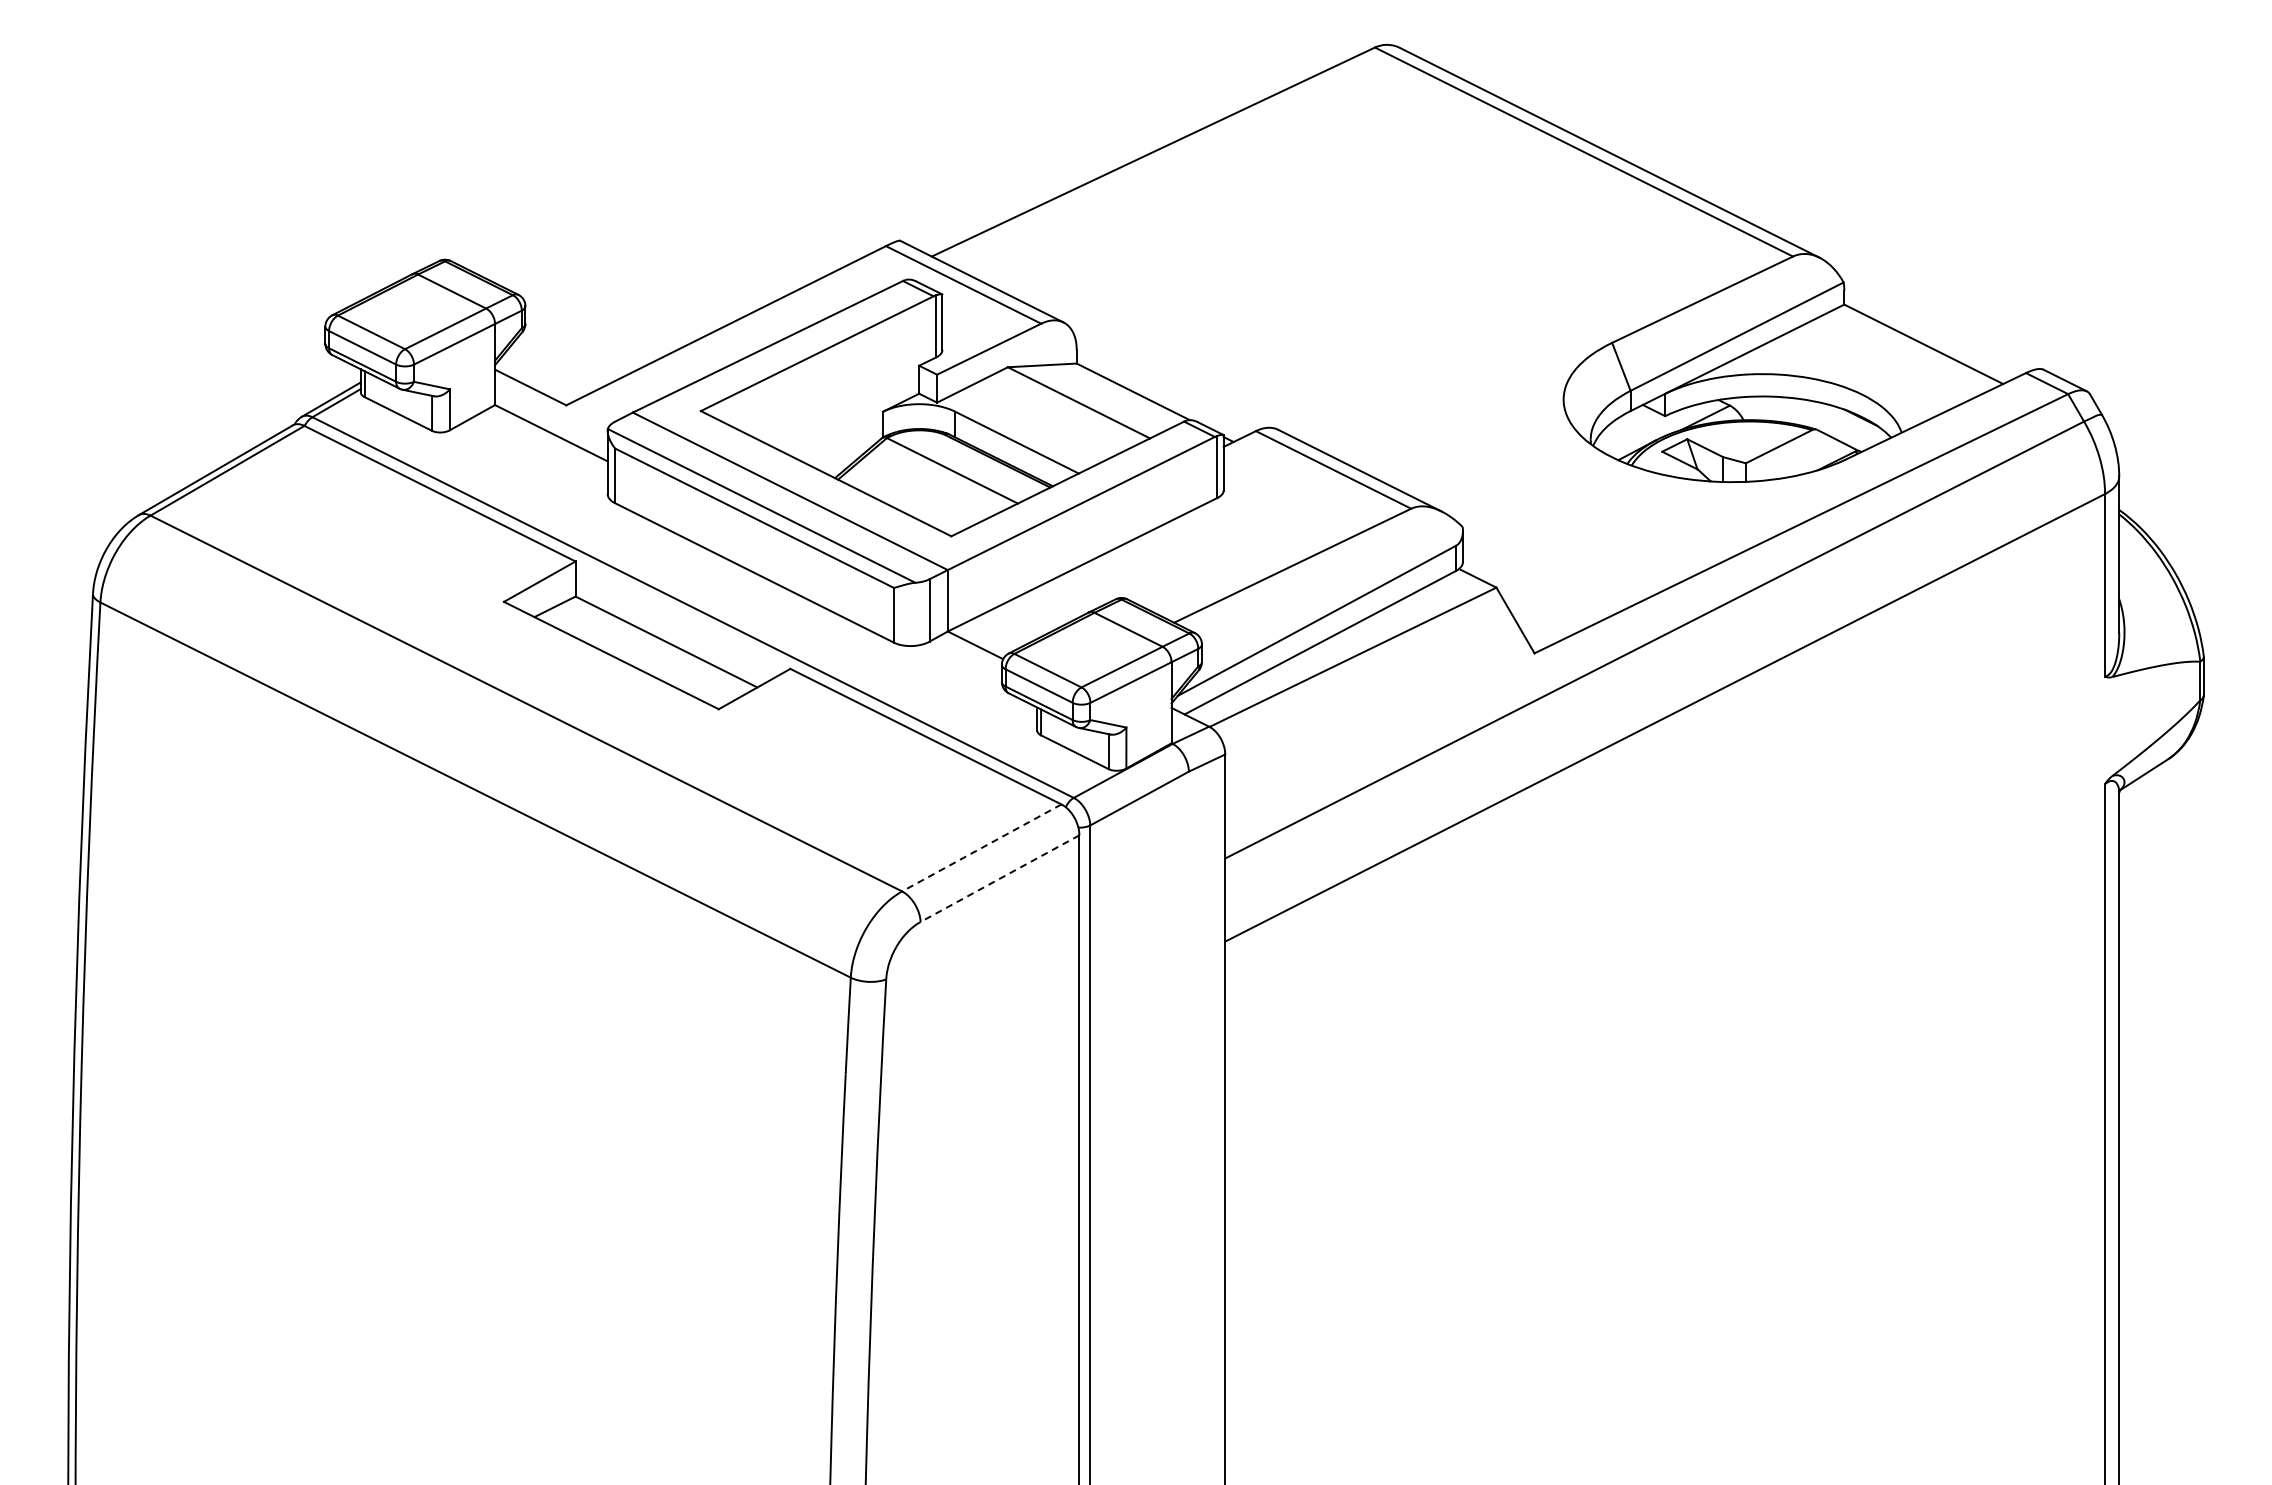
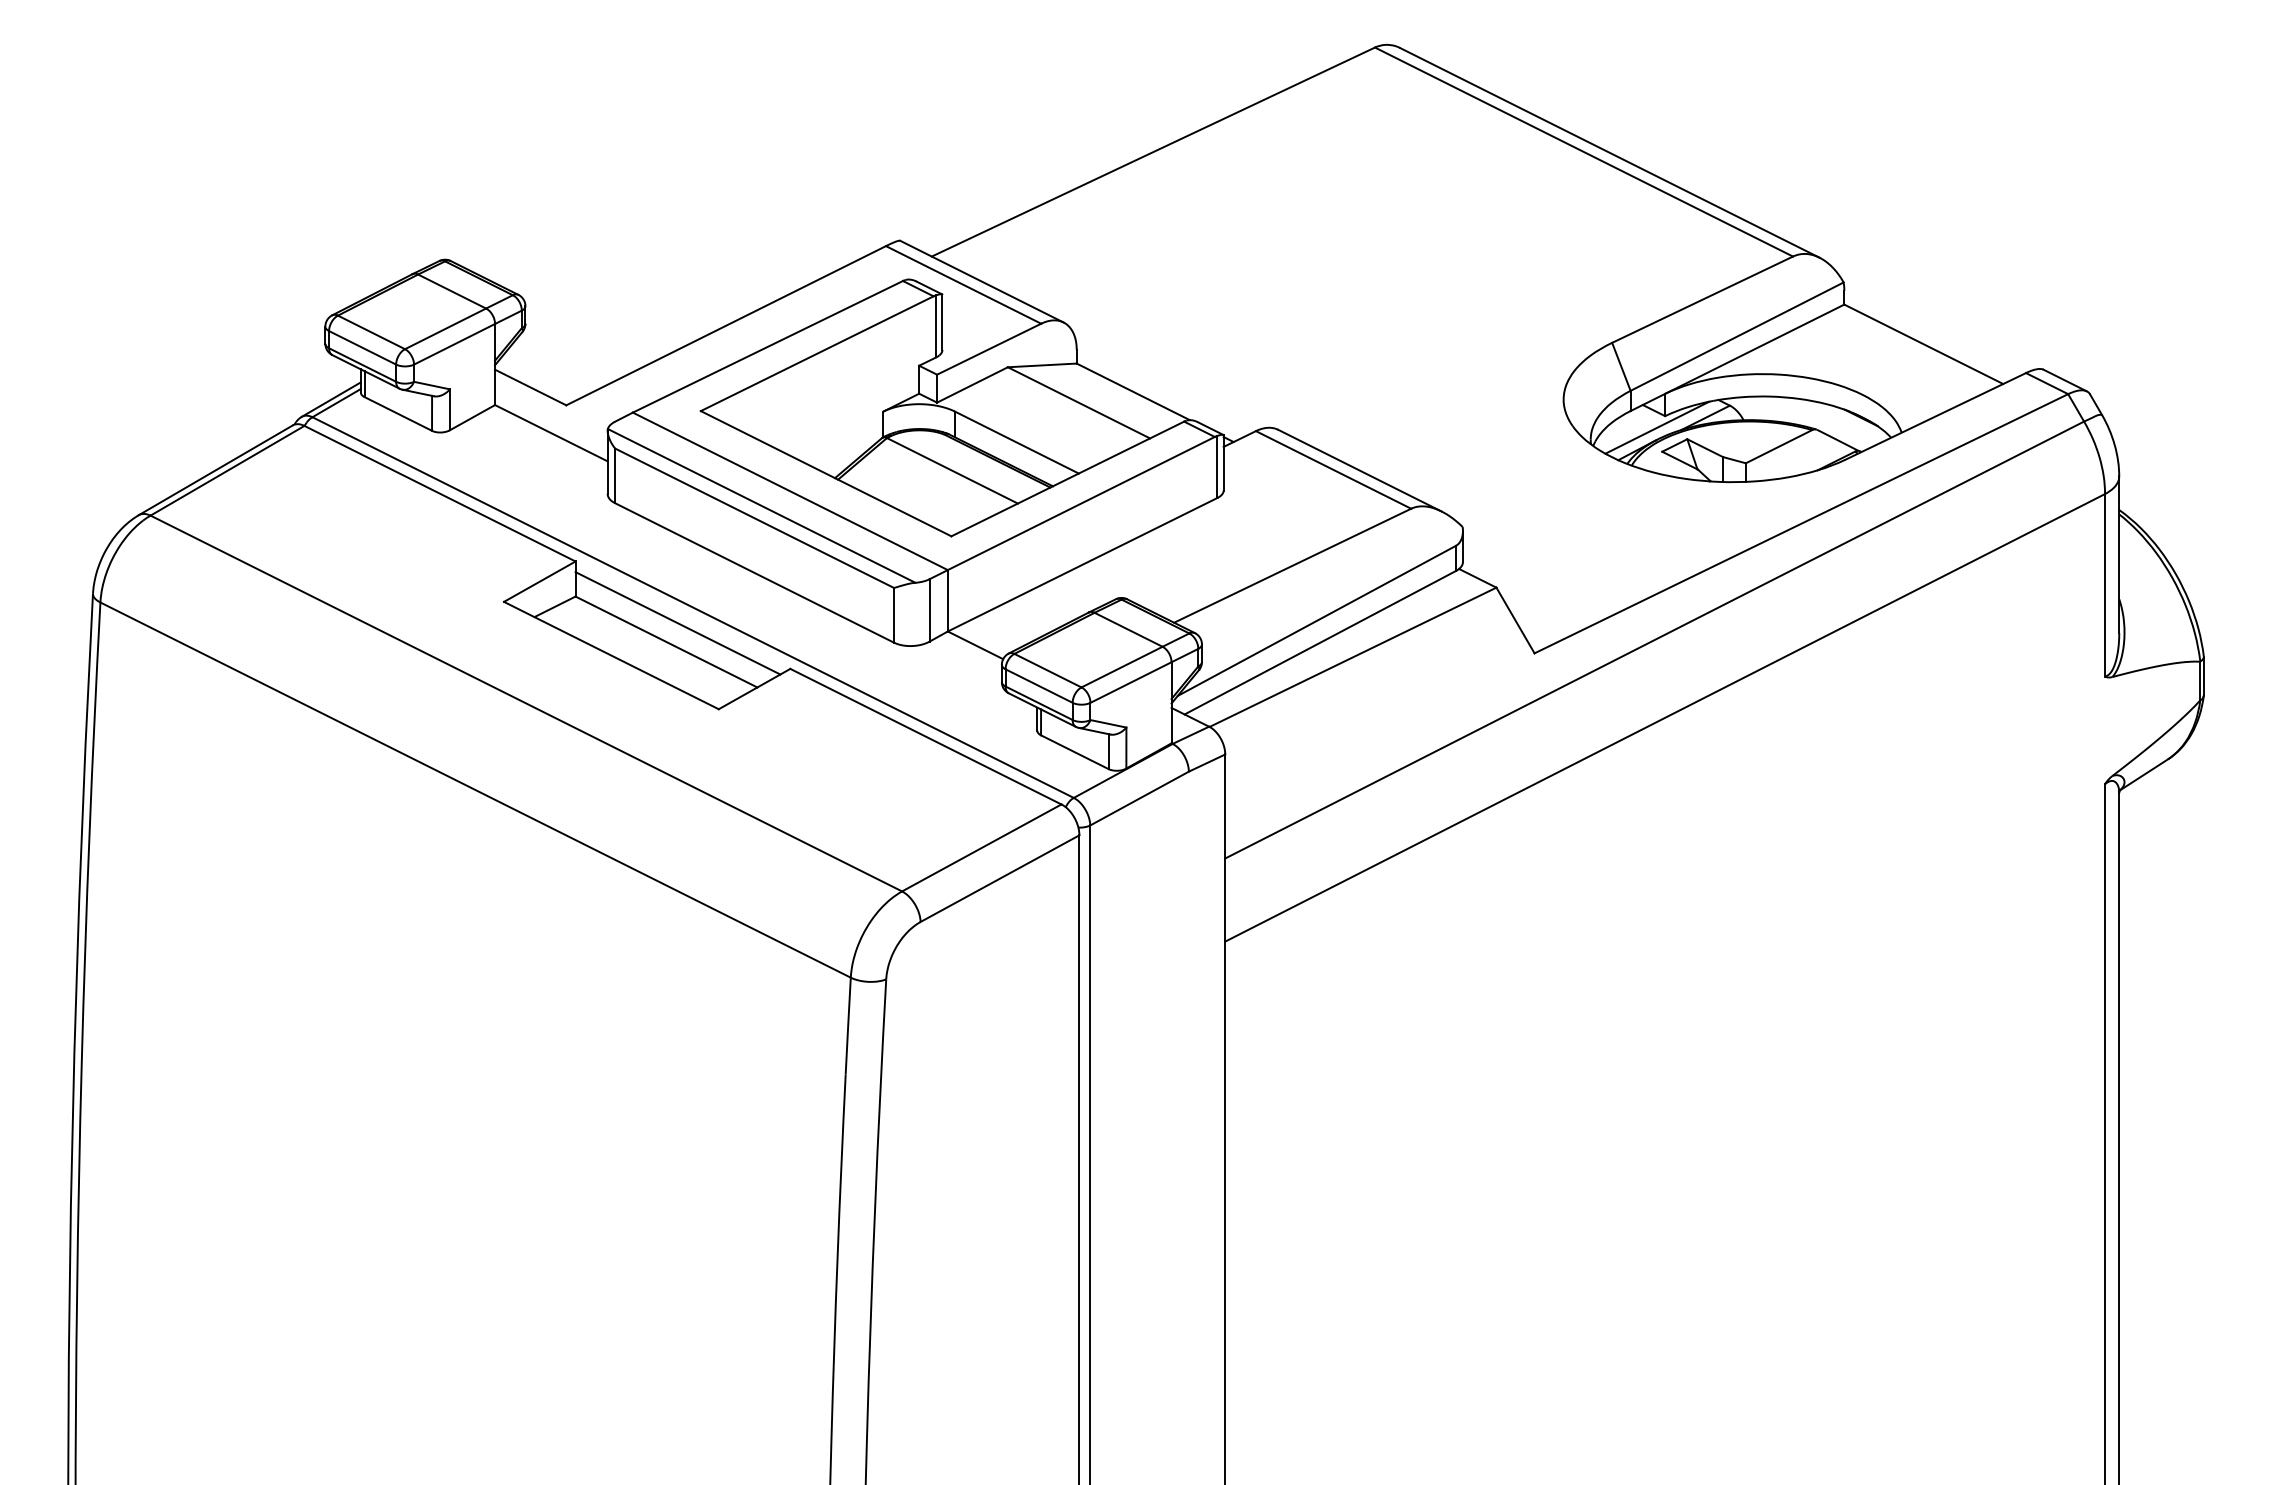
line at (1657, 427): none -> present
line at (677, 623): none -> present
line at (981, 847): dashed -> solid
line at (999, 878): dashed -> solid
